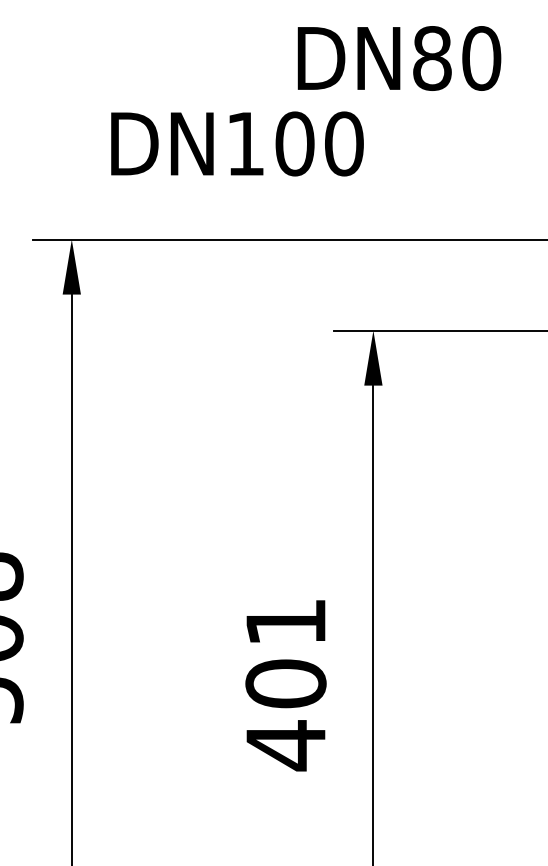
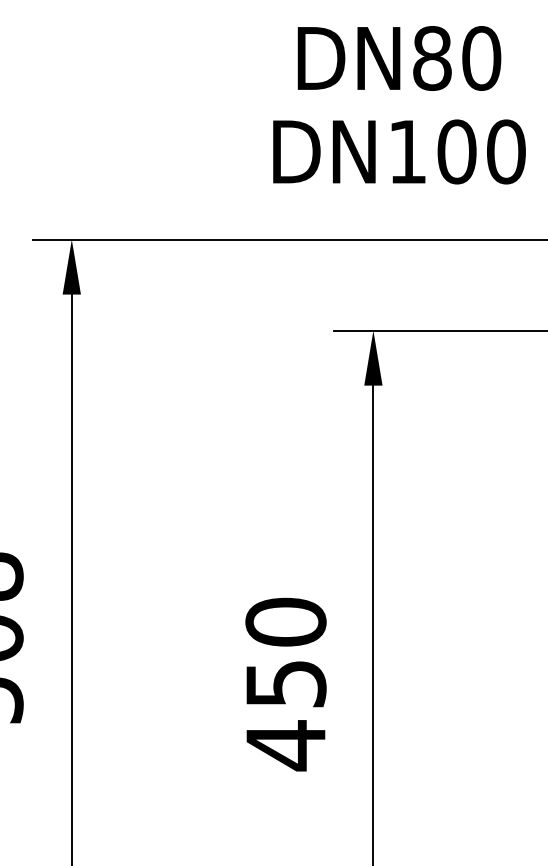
text at (237, 143) position: (237, 143) -> (399, 151)
text at (285, 652): 401 -> 450
